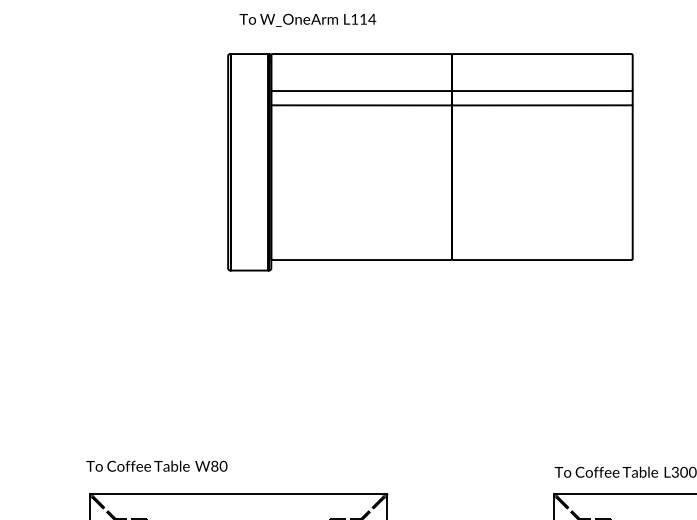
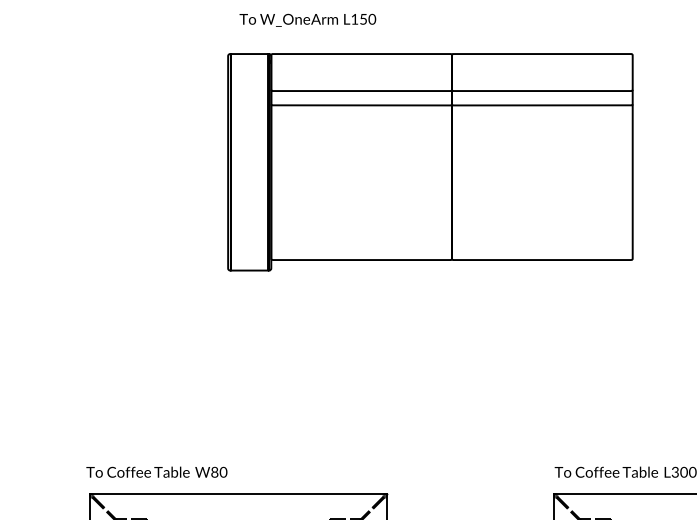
text at (368, 18): L114 -> L150
text at (156, 465) position: (156, 465) -> (156, 471)
